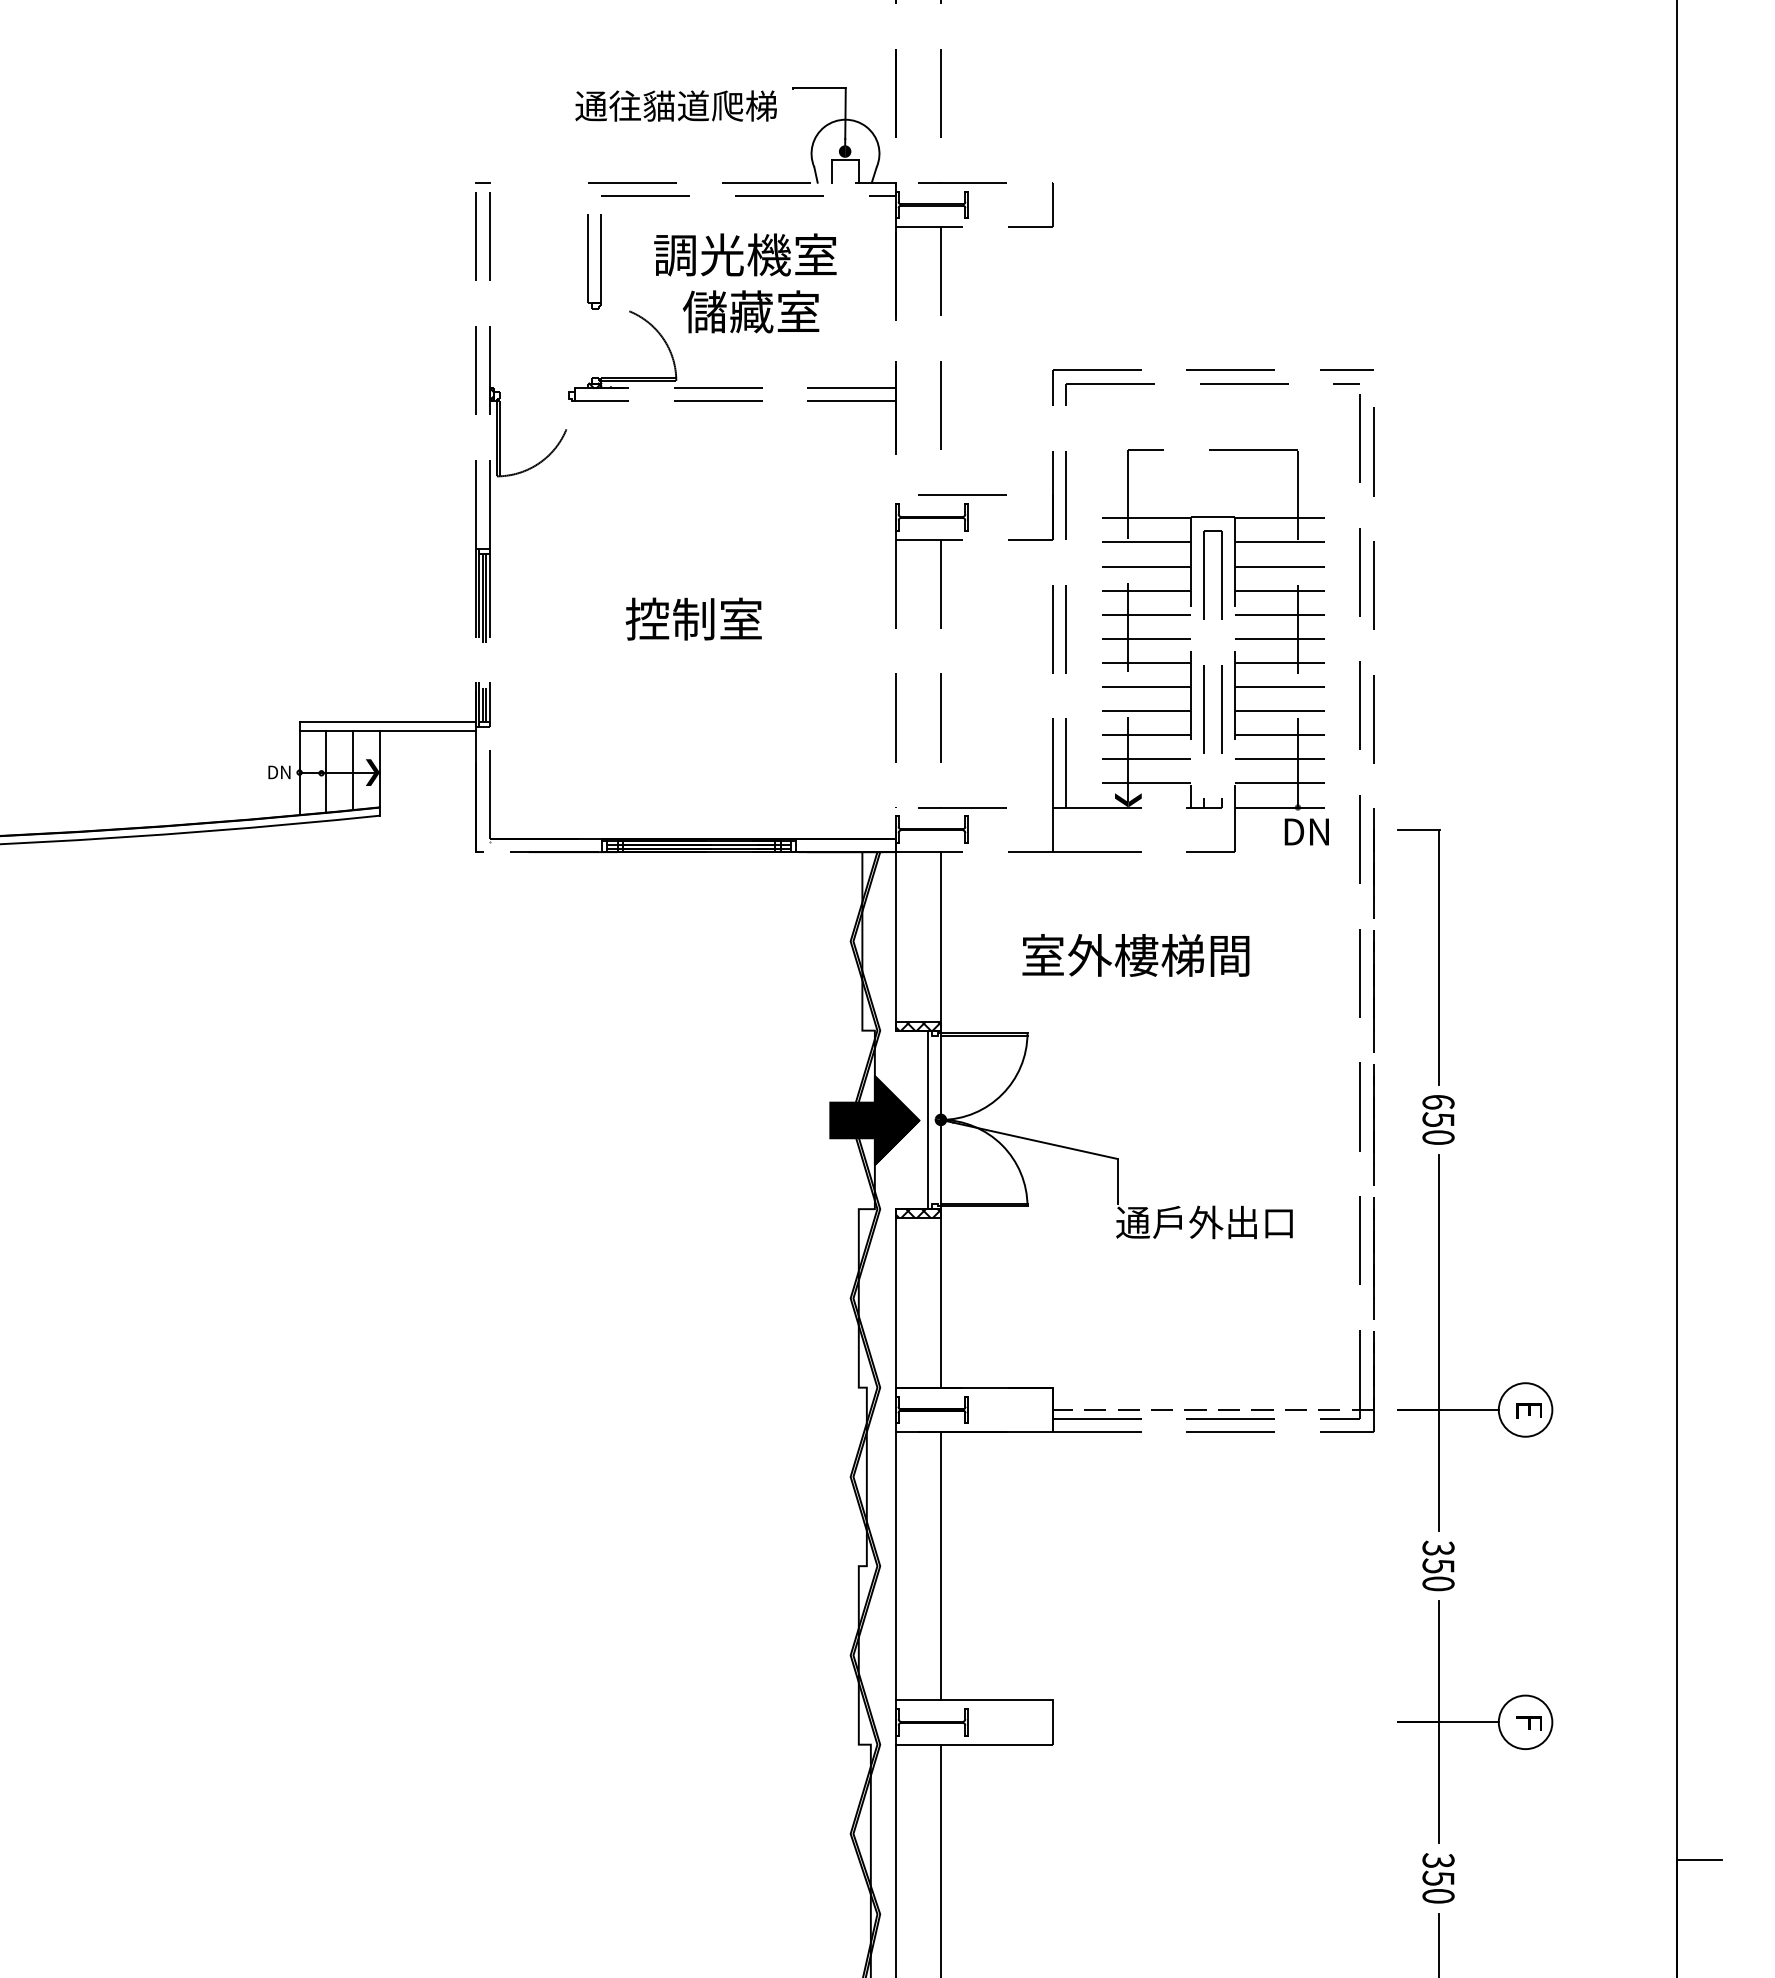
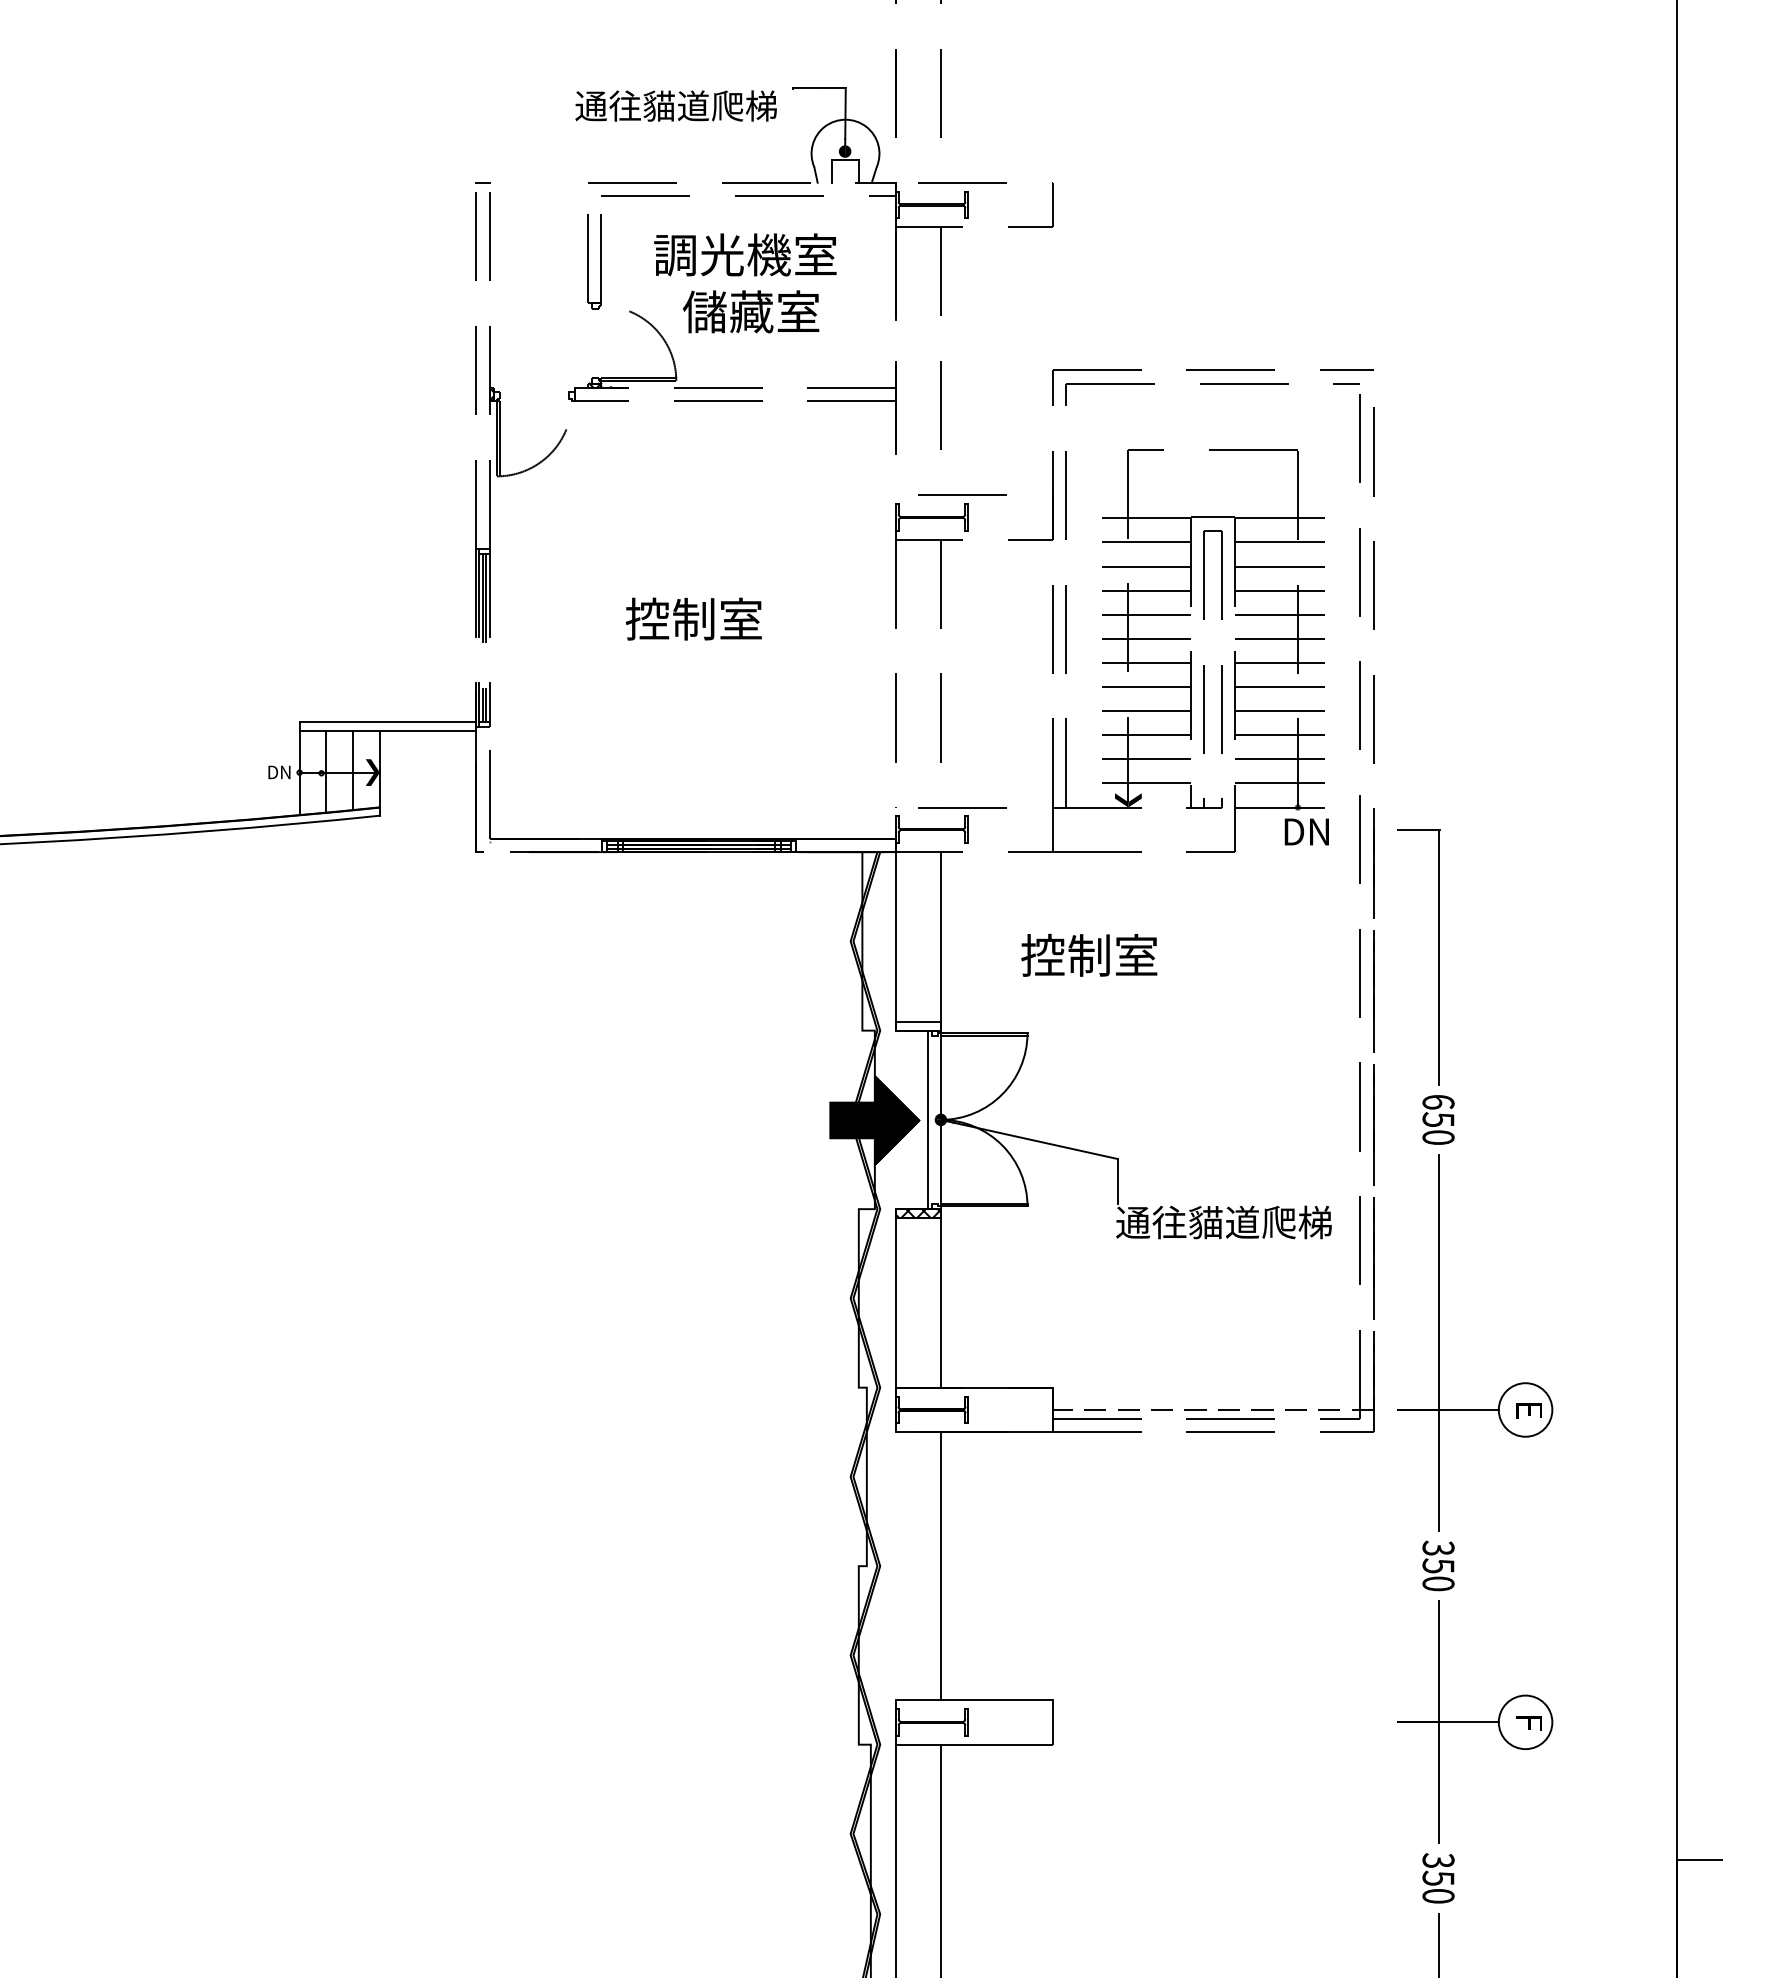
text at (1135, 954): 室外樓梯間 -> 控制室
hatch at (918, 1025): present -> none
text at (1241, 1222): 通戶外出口 -> 通往貓道爬梯
line at (896, 1566): present -> none
